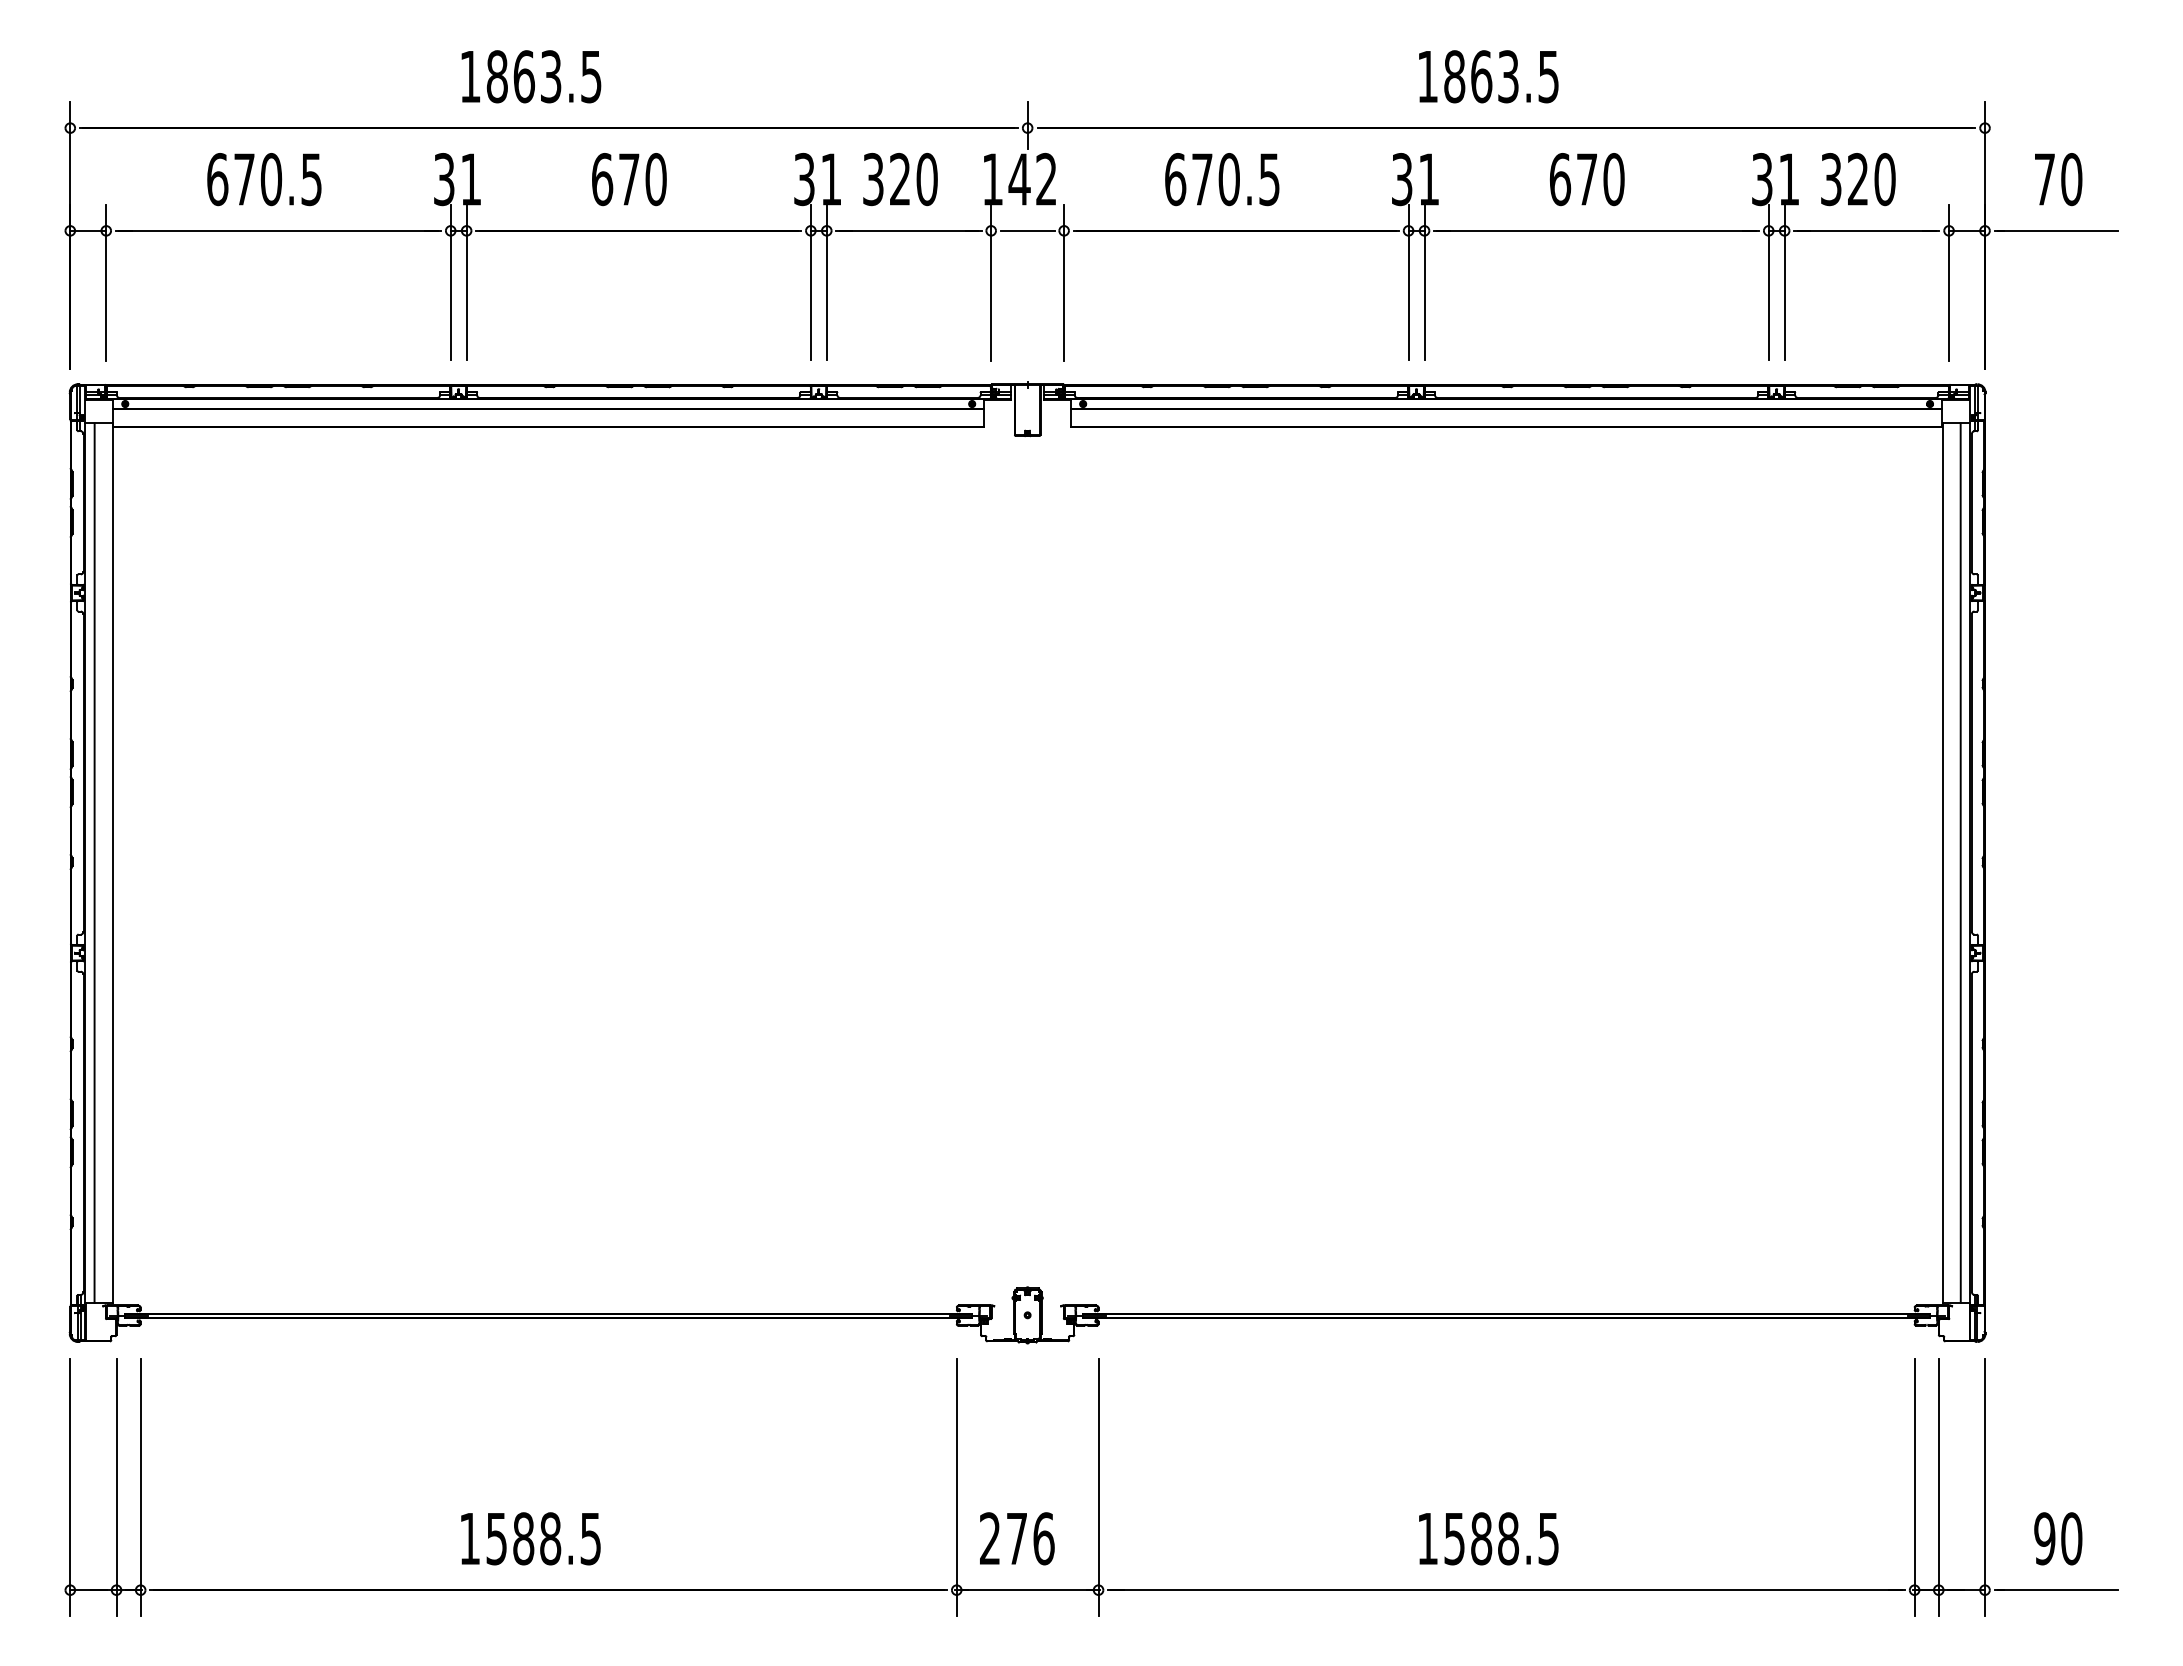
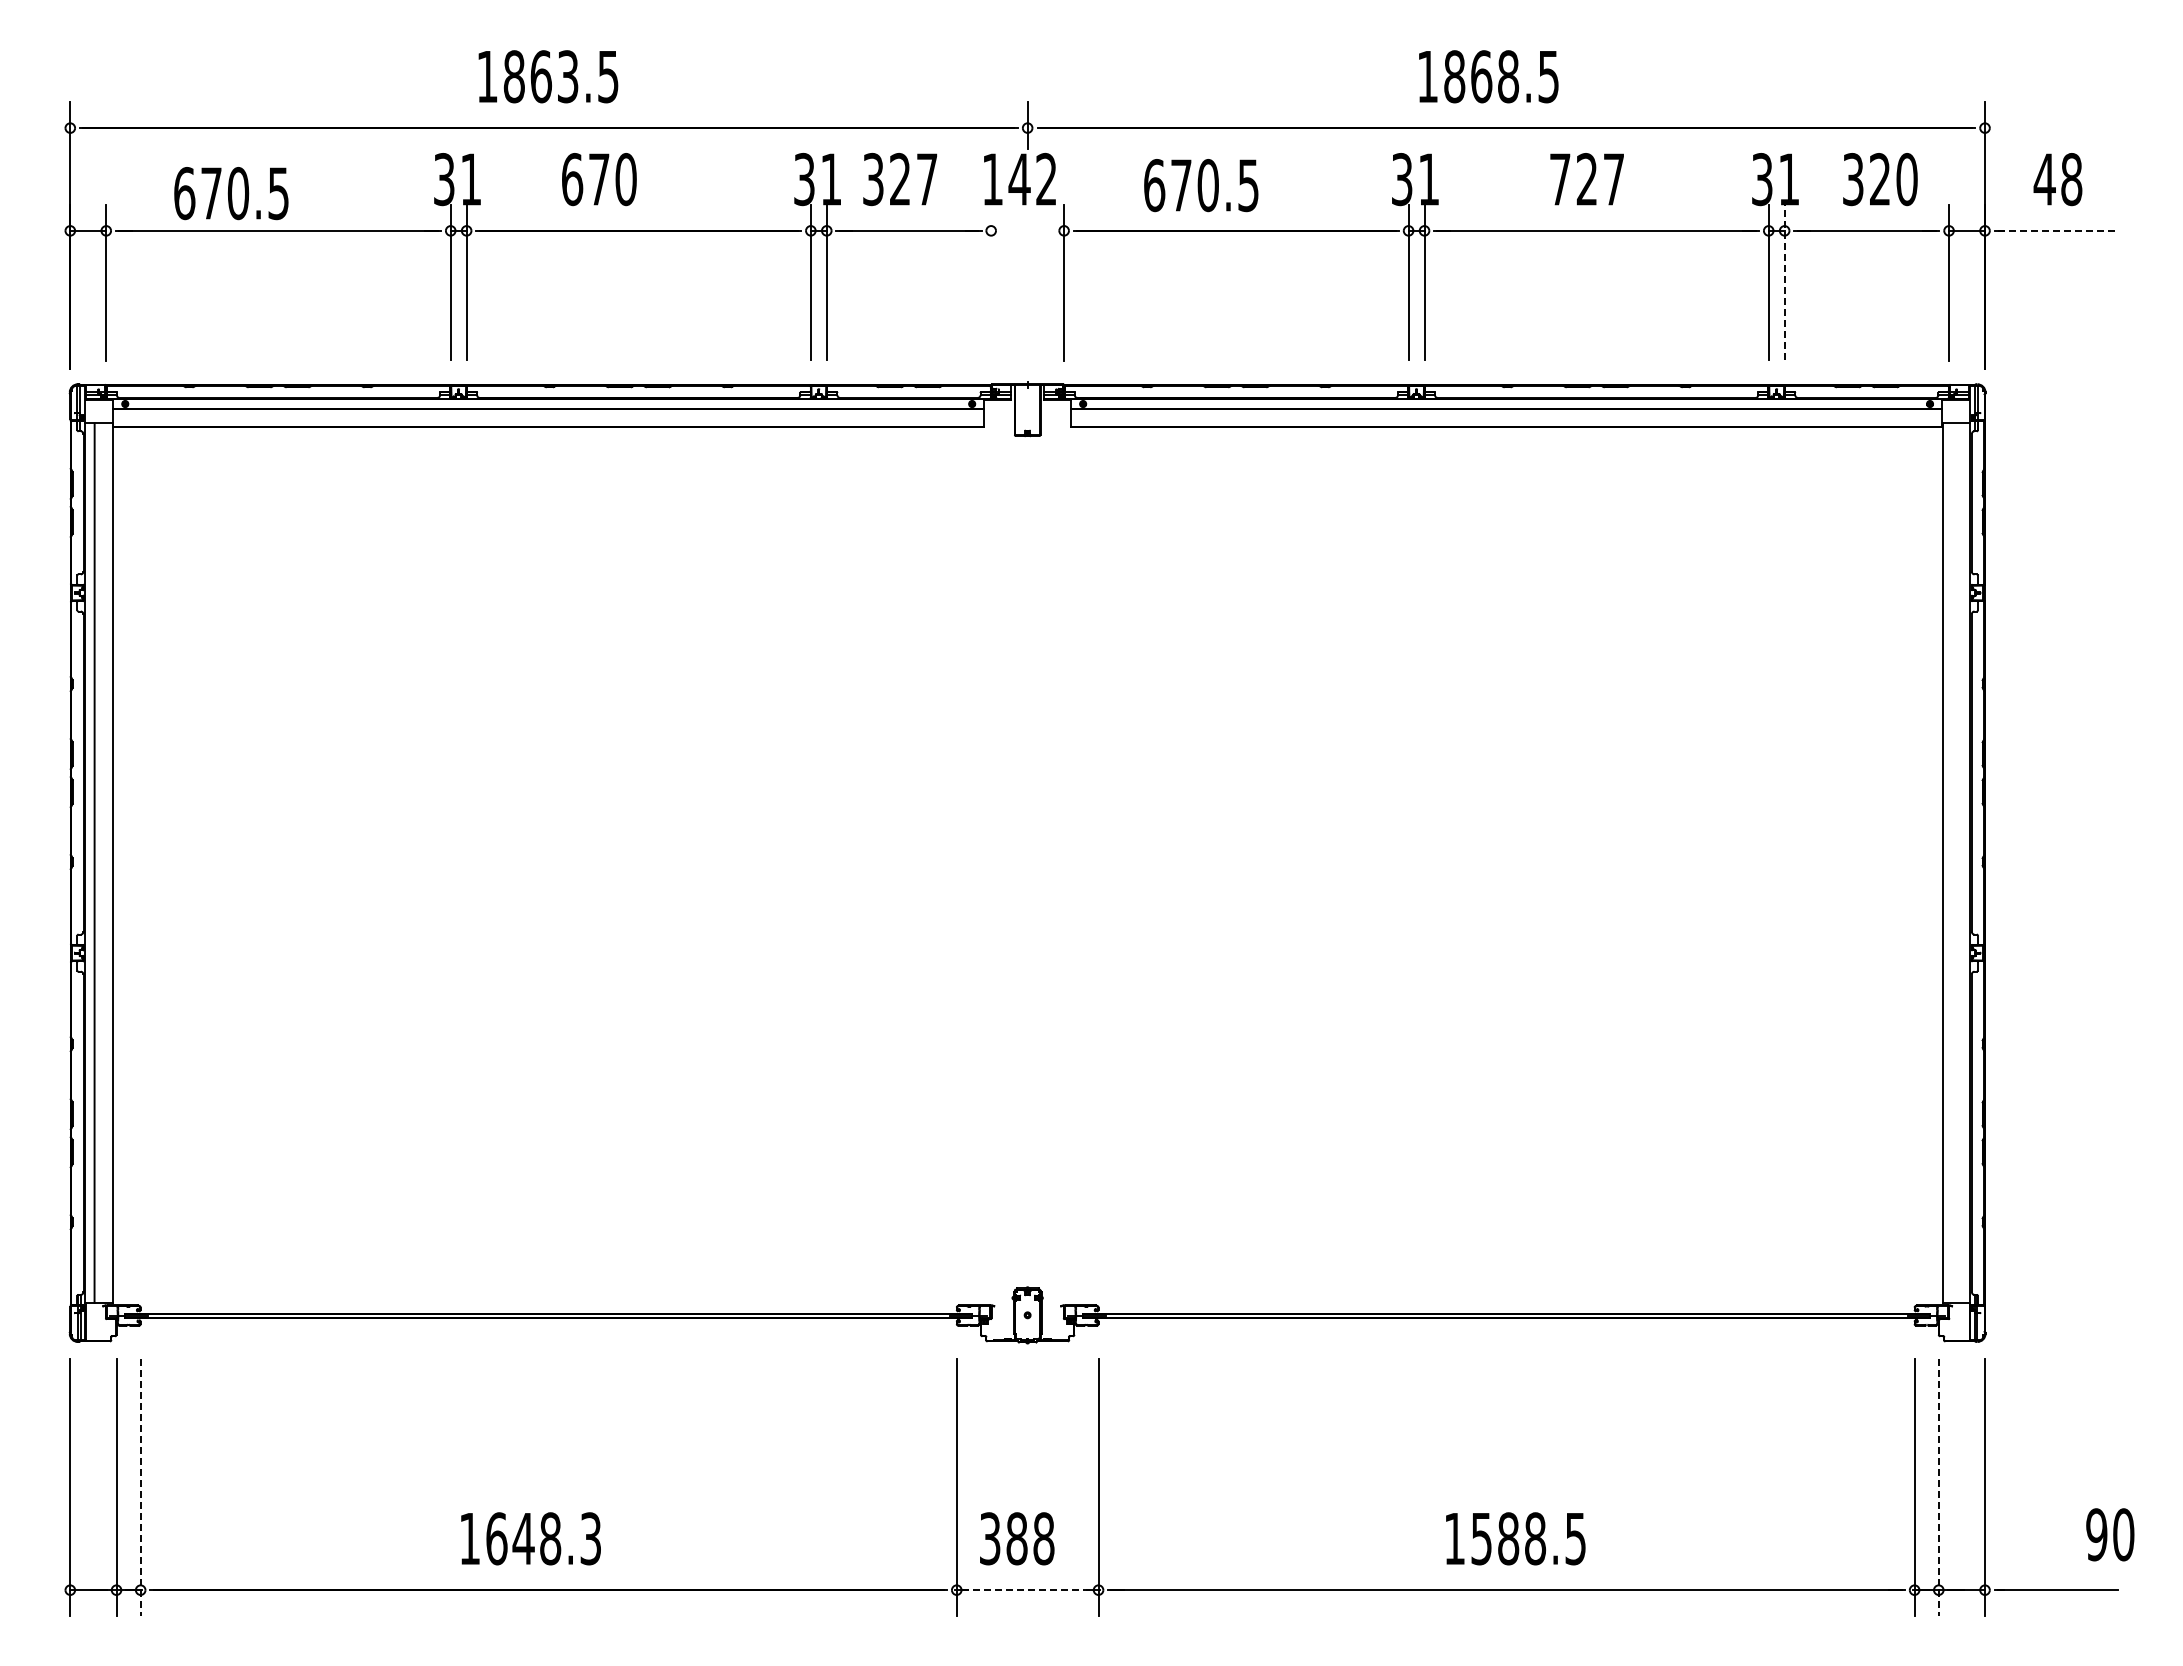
text at (531, 76) position: (531, 76) -> (548, 76)
text at (1508, 76): 1863.5 -> 1868.5
text at (264, 179) position: (264, 179) -> (231, 193)
text at (629, 179) position: (629, 179) -> (599, 179)
text at (926, 179): 320 -> 327
text at (1222, 179) position: (1222, 179) -> (1201, 185)
text at (1586, 179): 670 -> 727
text at (1858, 179) position: (1858, 179) -> (1880, 179)
text at (2057, 179): 70 -> 48
line at (1027, 230): present -> none
line at (2057, 230): solid -> dashed
line at (991, 282): present -> none
line at (1784, 282): solid -> dashed
line at (1960, 862): present -> none
line at (140, 1487): solid -> dashed
line at (1938, 1487): solid -> dashed
text at (543, 1538): 1588.5 -> 1648.3
text at (1017, 1538): 276 -> 388
text at (1488, 1538) position: (1488, 1538) -> (1515, 1538)
text at (2058, 1538) position: (2058, 1538) -> (2110, 1534)
line at (1028, 1590): solid -> dashed
